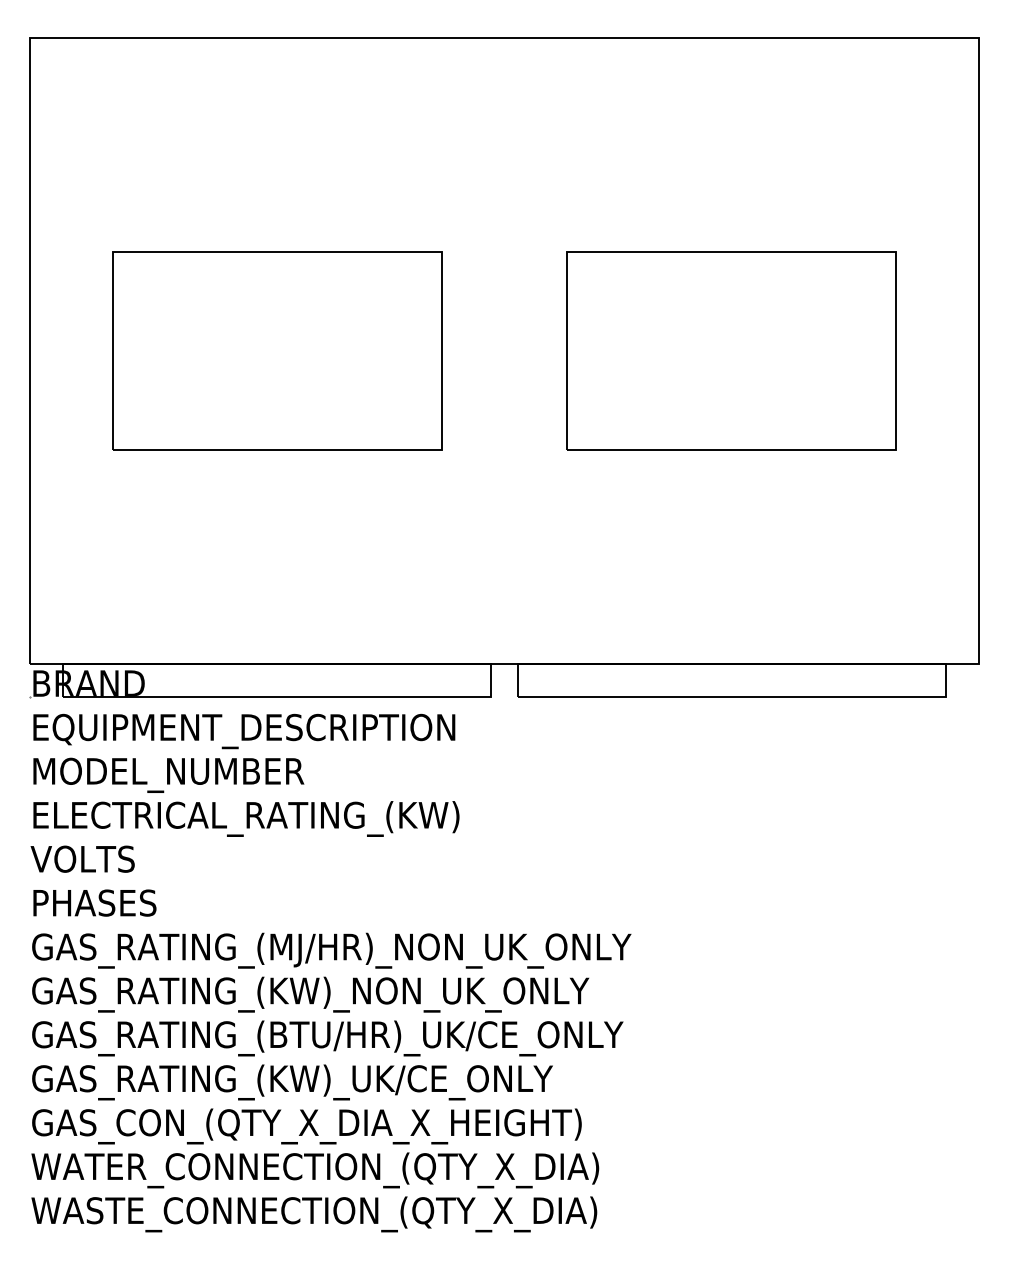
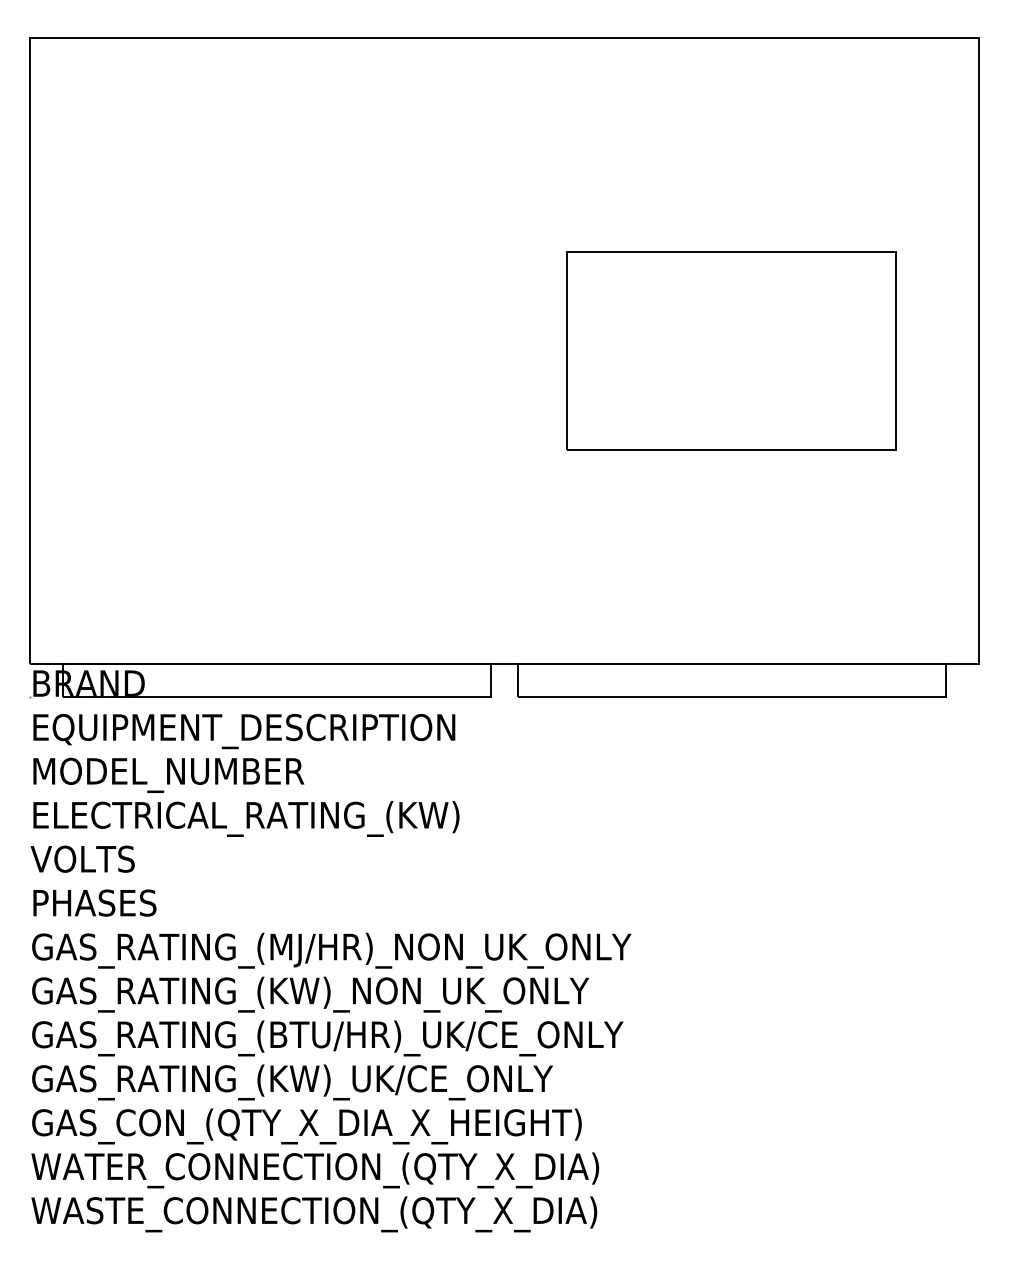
part at (277, 350): present -> none
